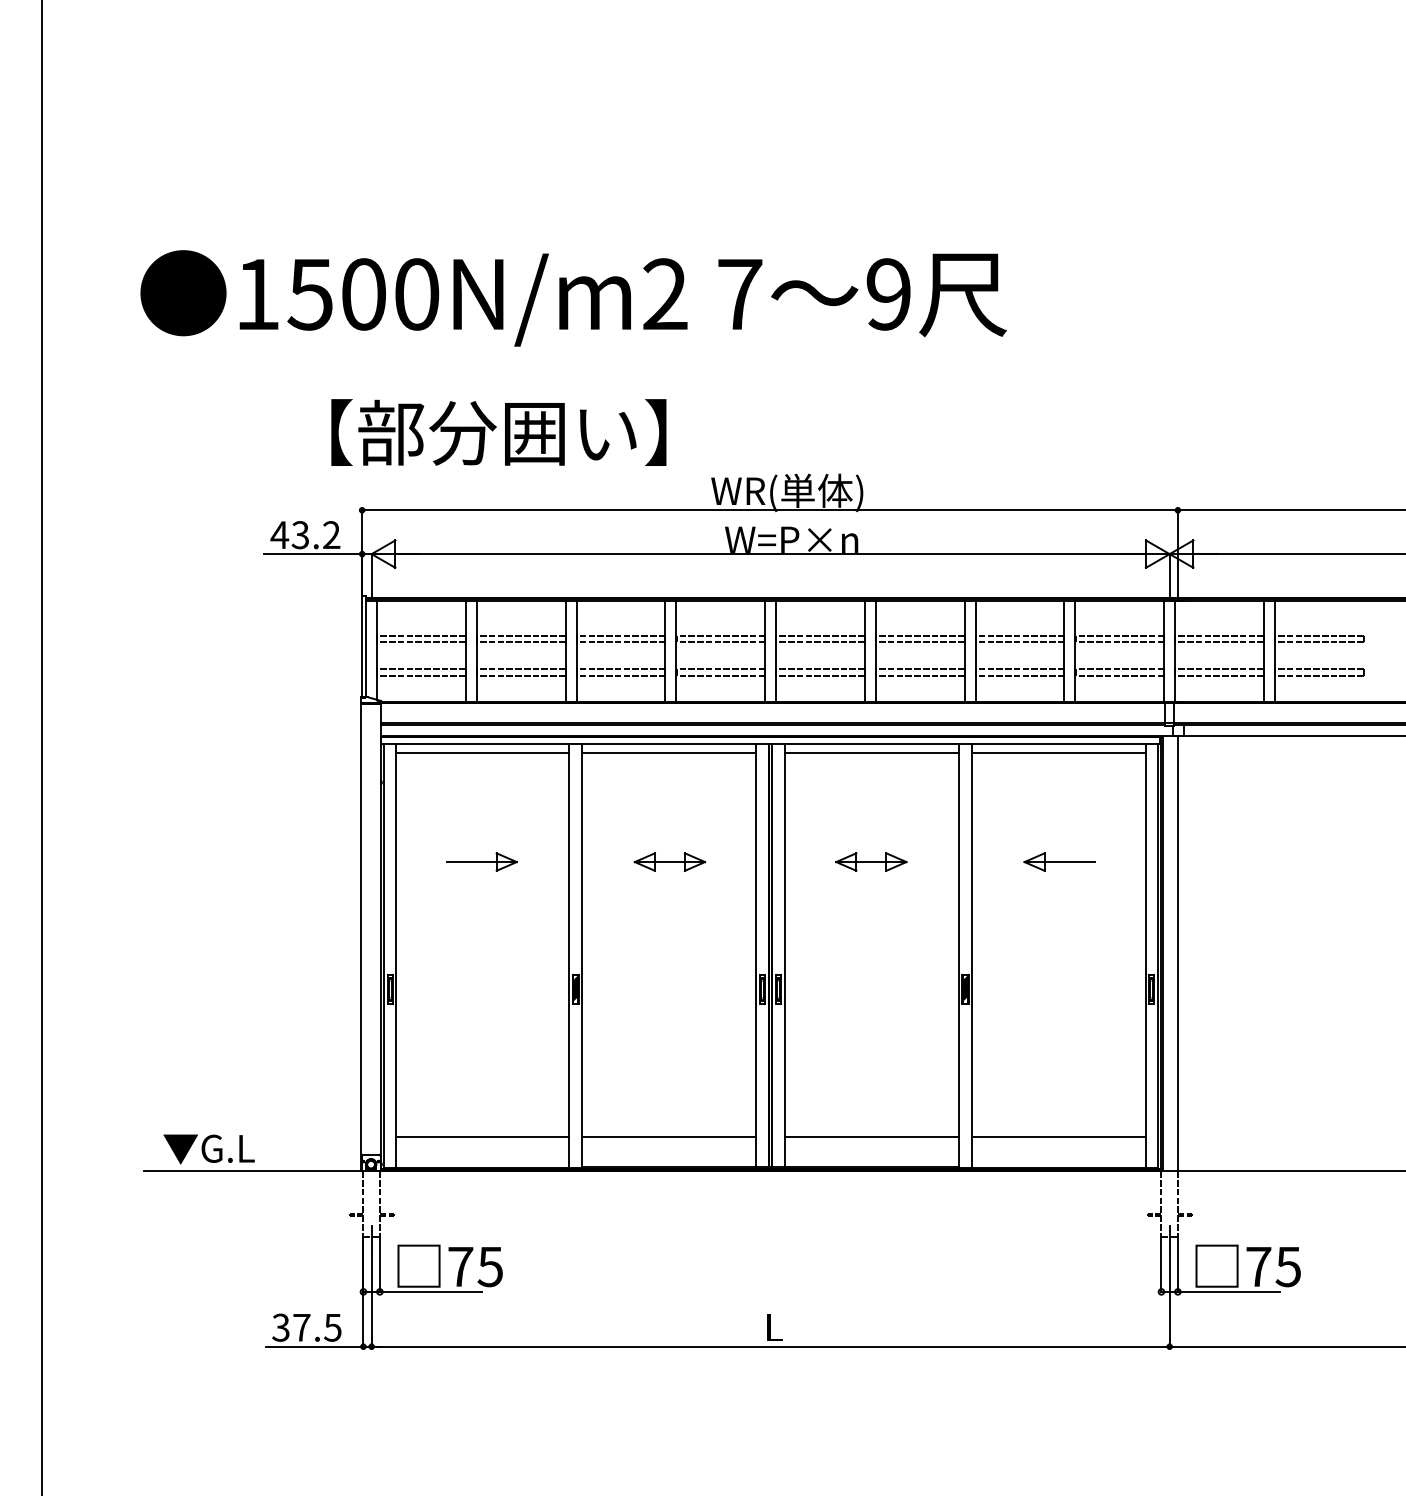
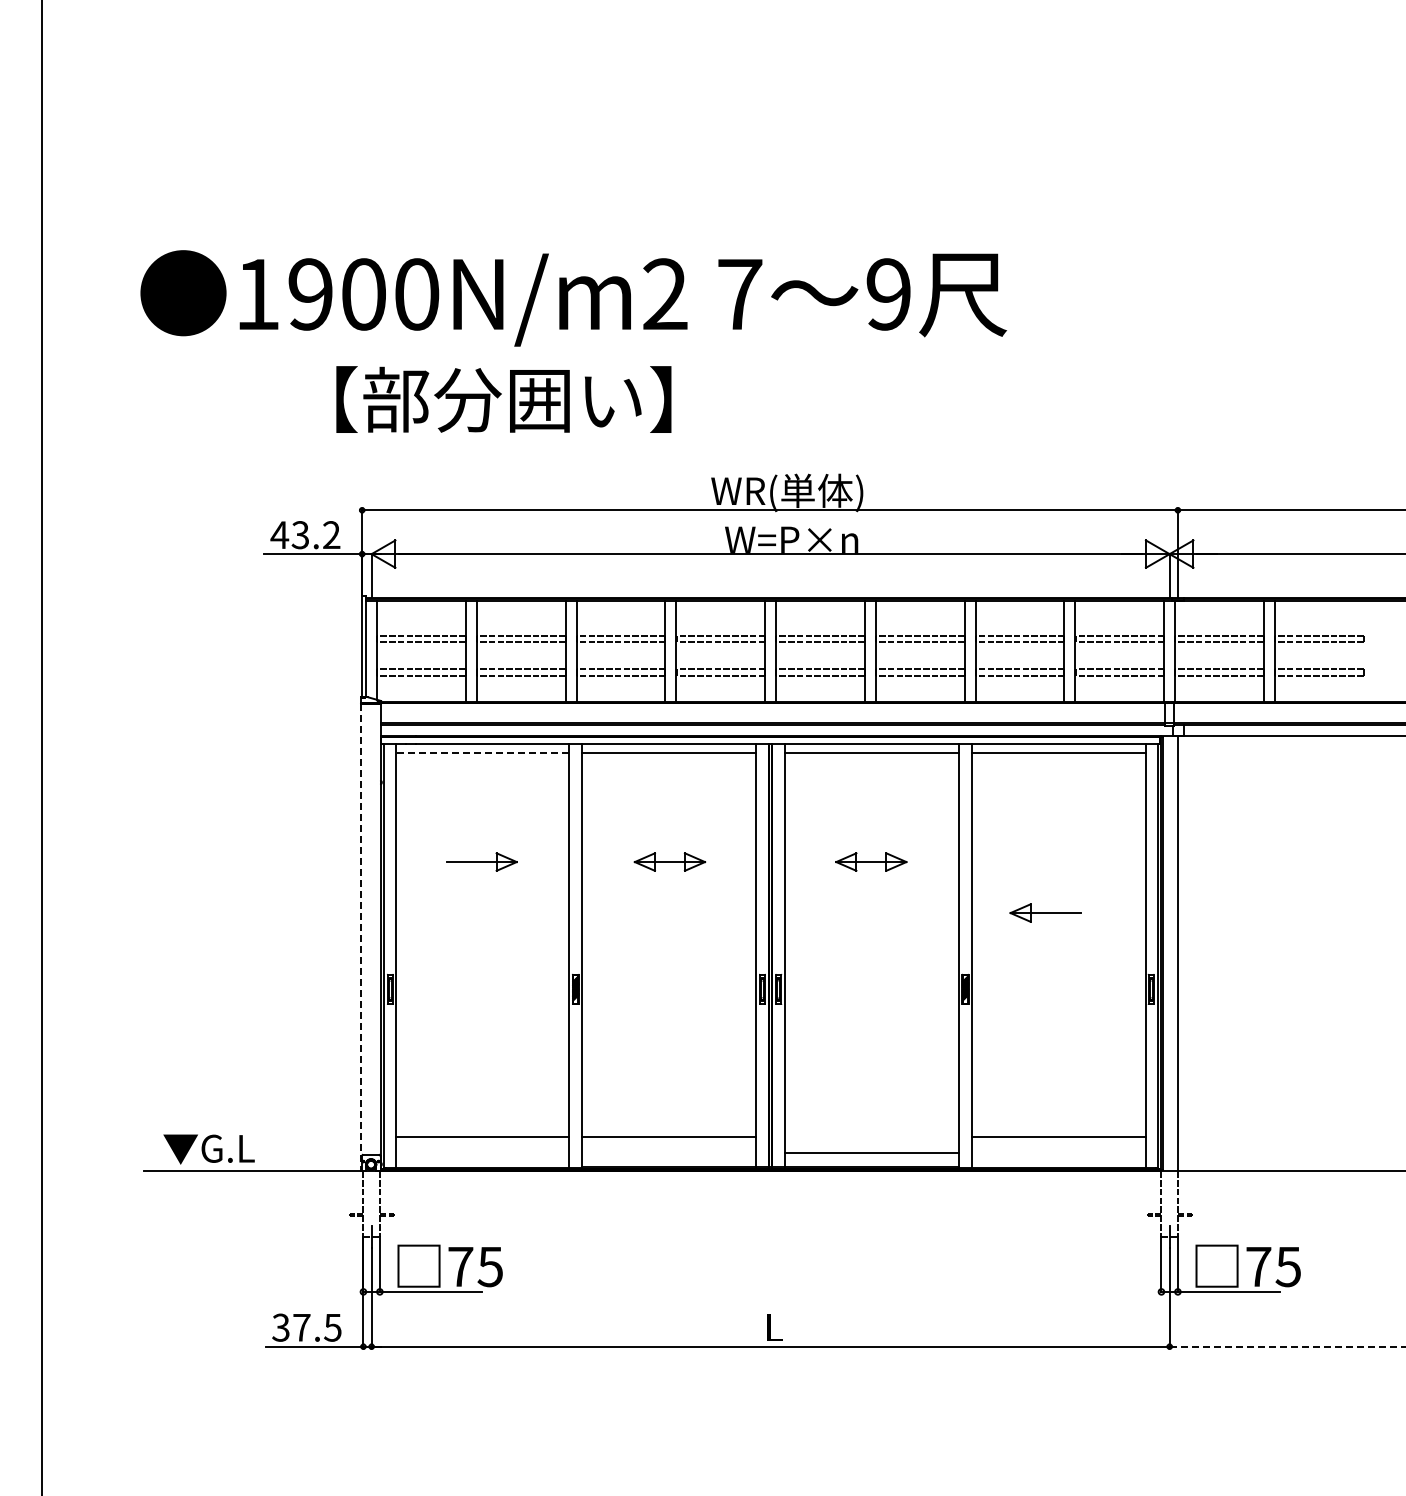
text at (309, 294): 1500N/m2 -> 1900N/m2
text at (498, 432) position: (498, 432) -> (503, 399)
line at (482, 753): solid -> dashed
part at (1059, 861) position: (1059, 861) -> (1045, 912)
line at (361, 937): solid -> dashed
line at (871, 1136) position: (871, 1136) -> (871, 1152)
line at (1287, 1346): solid -> dashed
